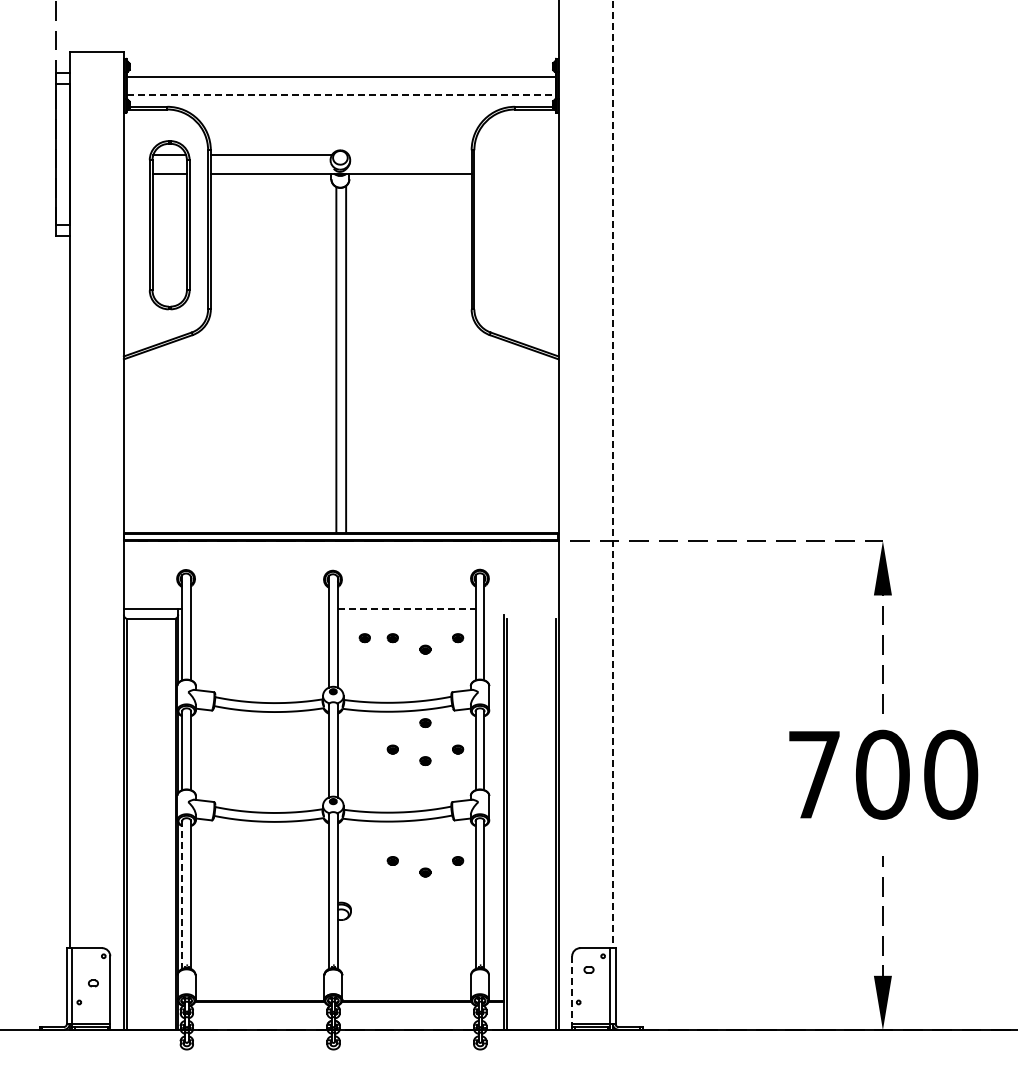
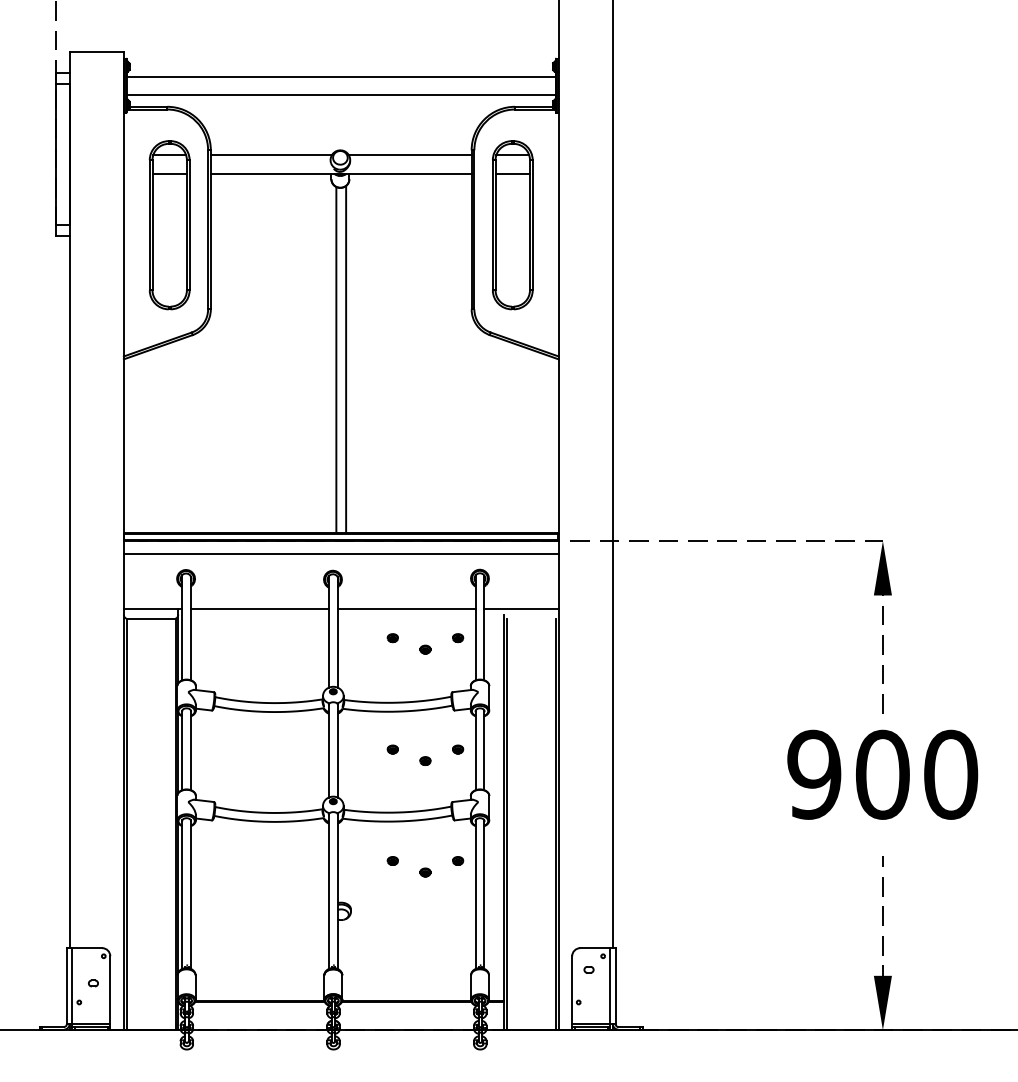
line at (341, 95): dashed -> solid
line at (409, 155): none -> present
part at (512, 225): none -> present
line at (612, 474): dashed -> solid
line at (340, 554): none -> present
line at (259, 608): none -> present
line at (407, 608): dashed -> solid
line at (521, 608): none -> present
part at (364, 638): present -> none
part at (425, 722): present -> none
text at (814, 774): 700 -> 900
line at (182, 895): dashed -> solid
line at (572, 990): dashed -> solid
